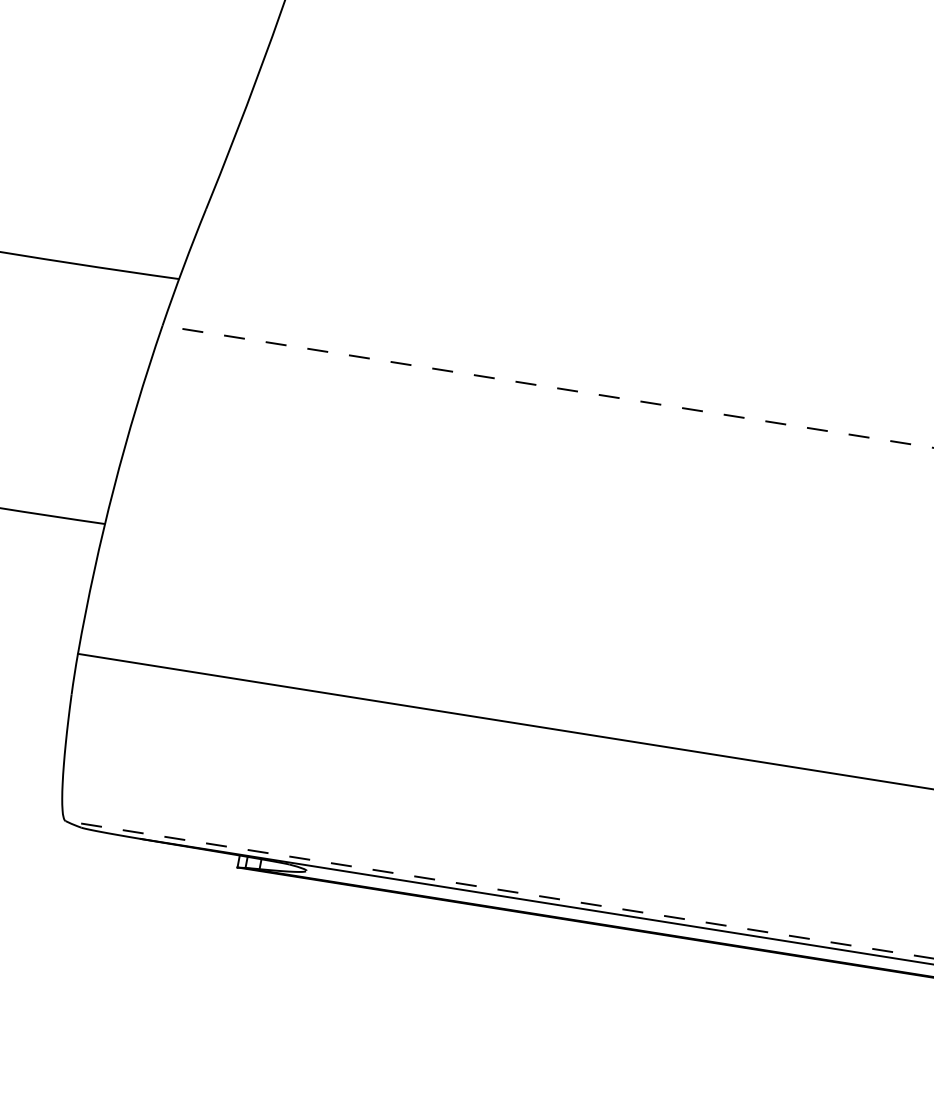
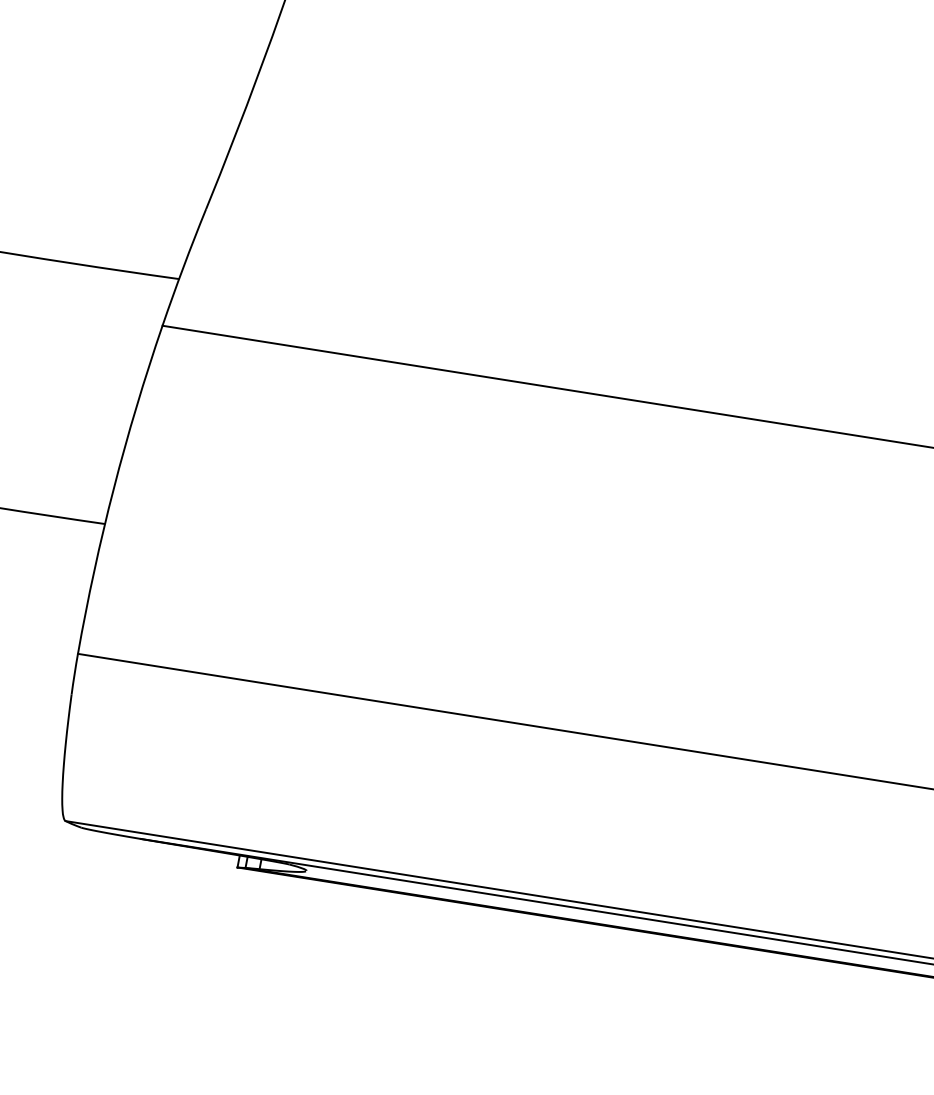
line at (547, 386): dashed -> solid
line at (499, 889): dashed -> solid
